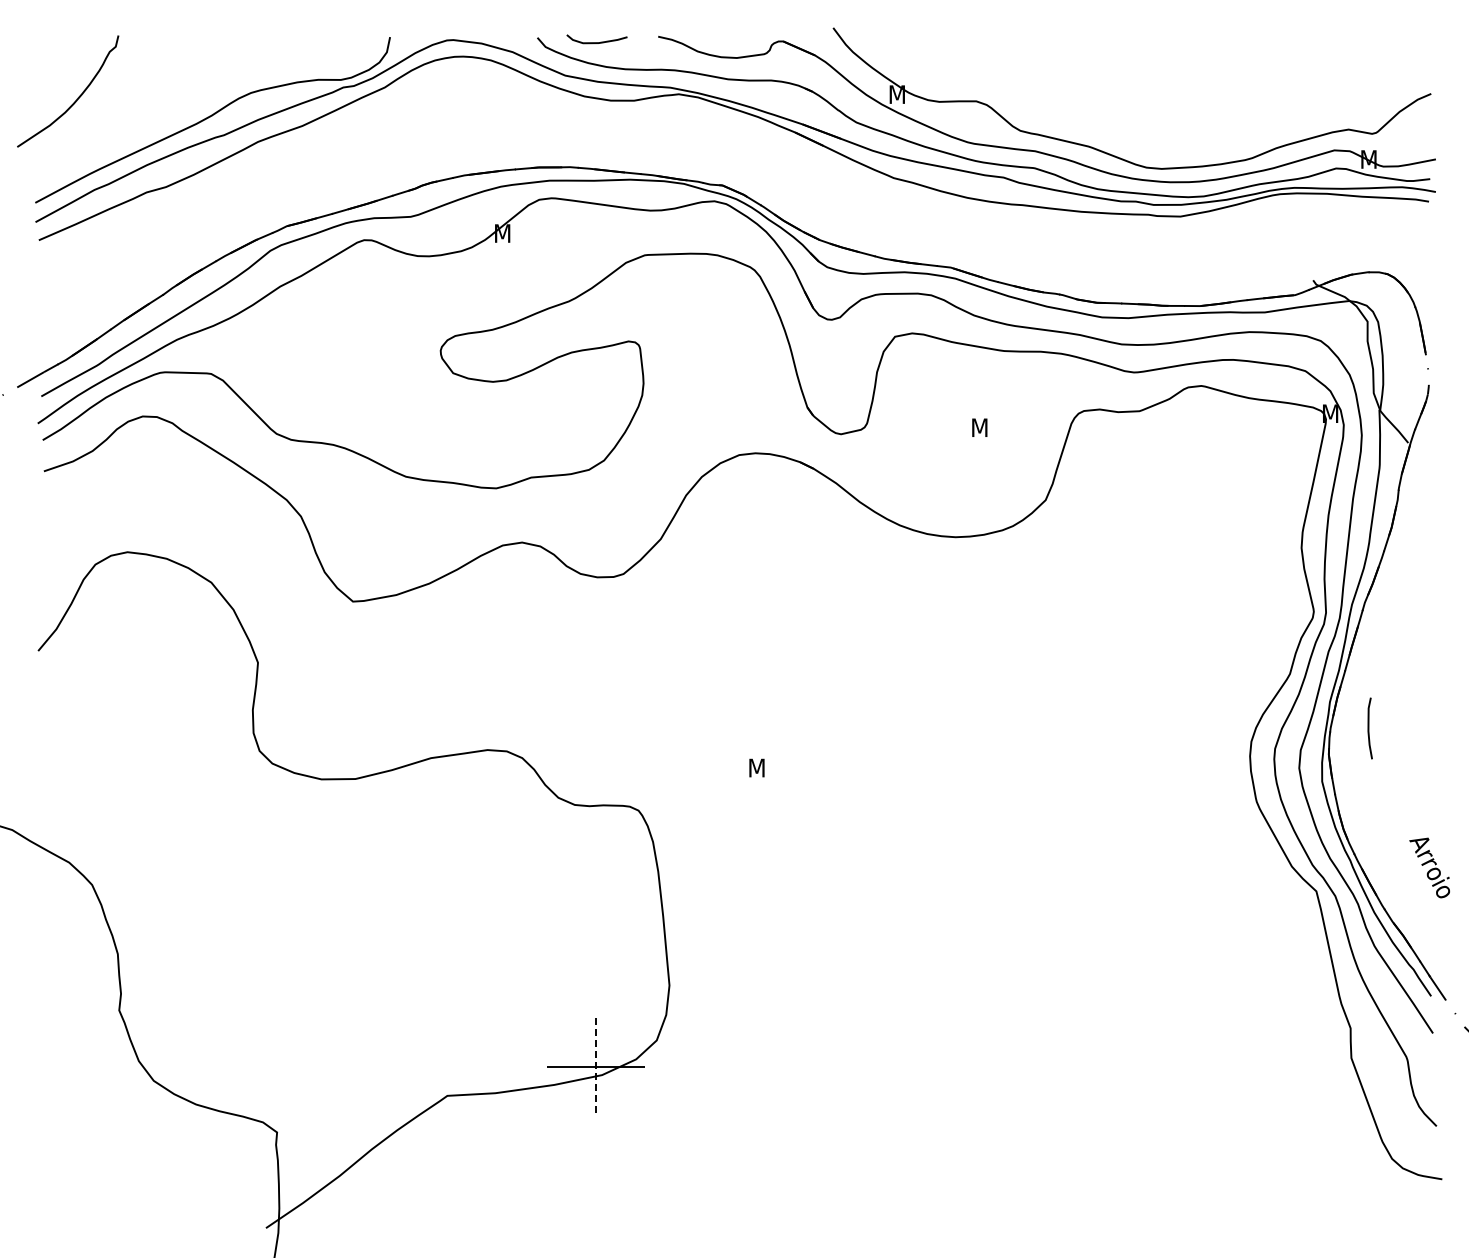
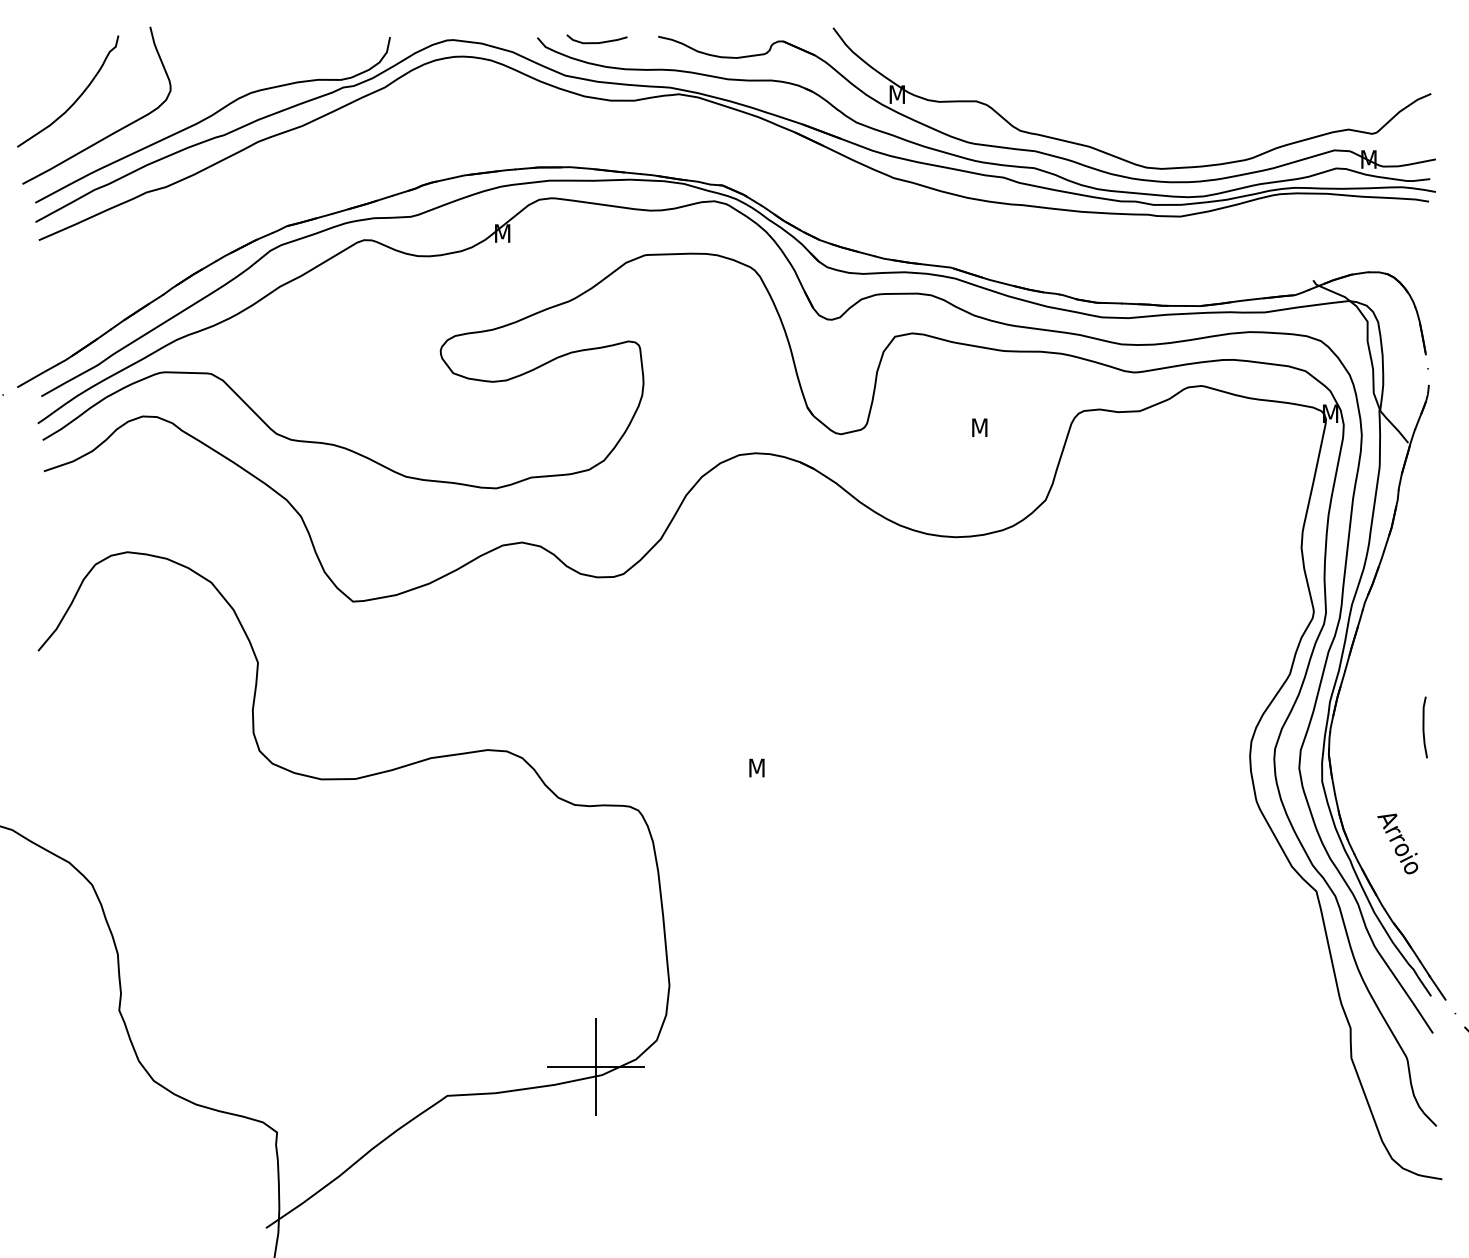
curve at (114, 131): none -> present
curve at (1369, 728) position: (1369, 728) -> (1424, 727)
text at (1429, 867) position: (1429, 867) -> (1397, 843)
line at (596, 1067): dashed -> solid
